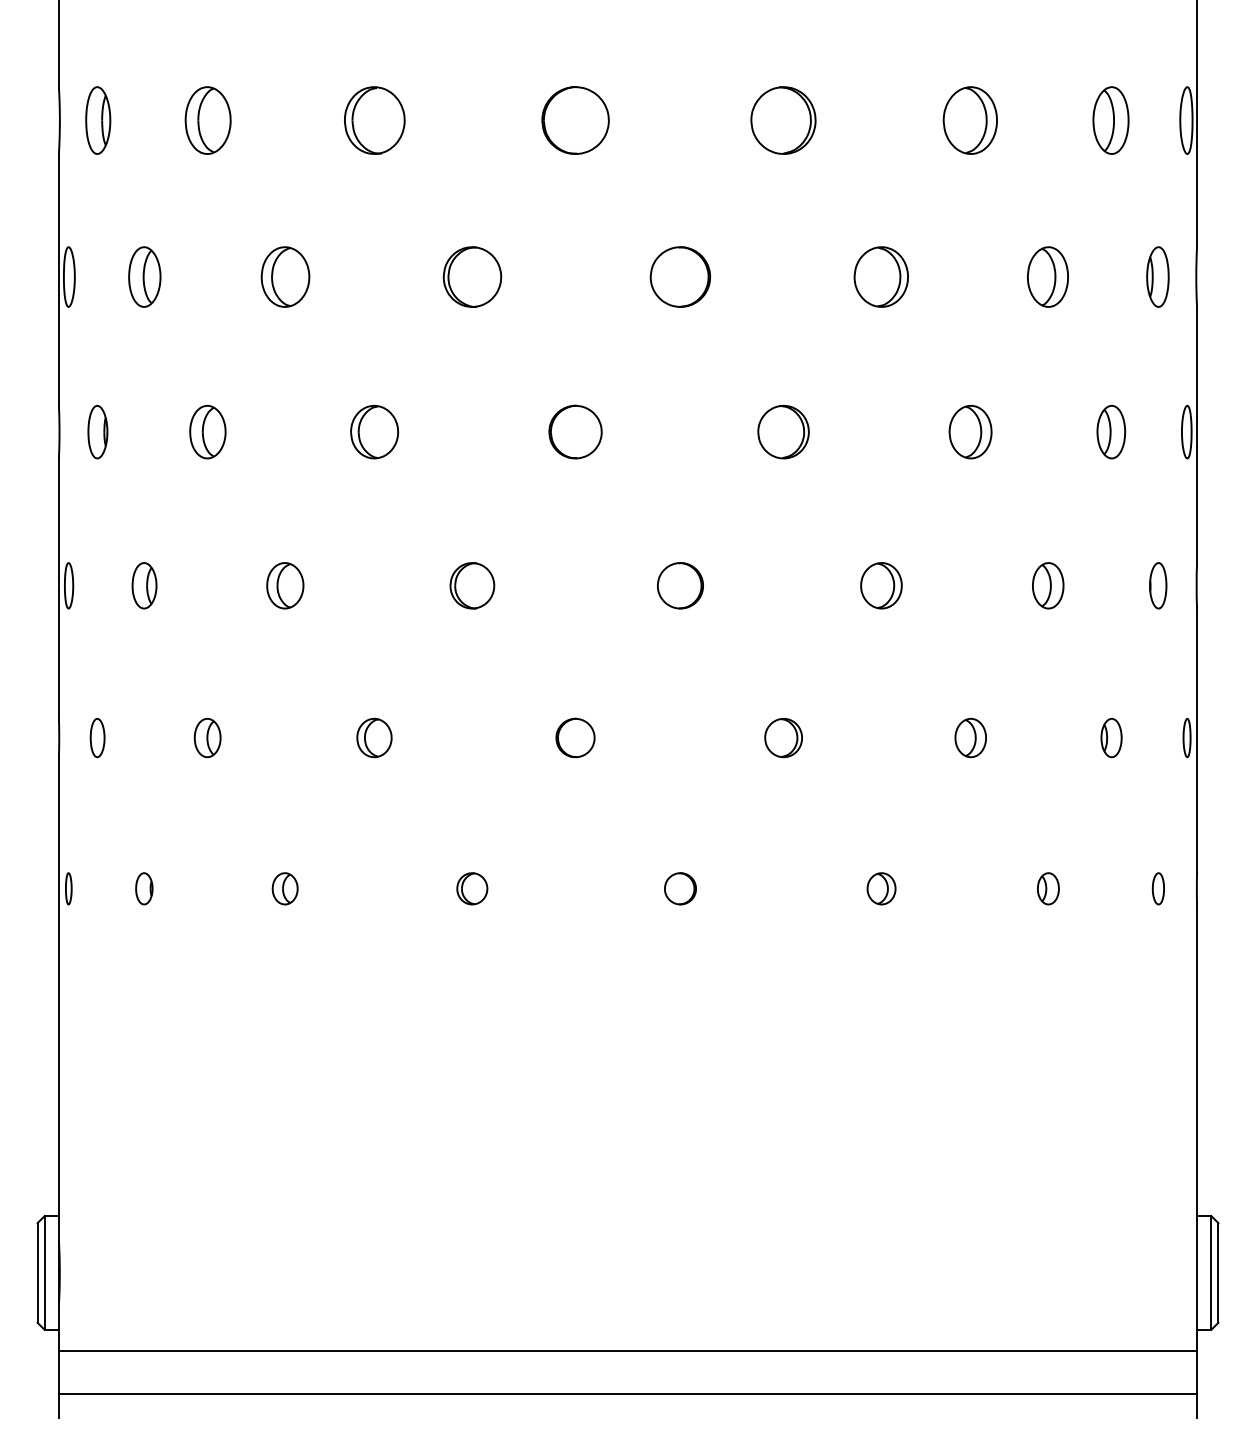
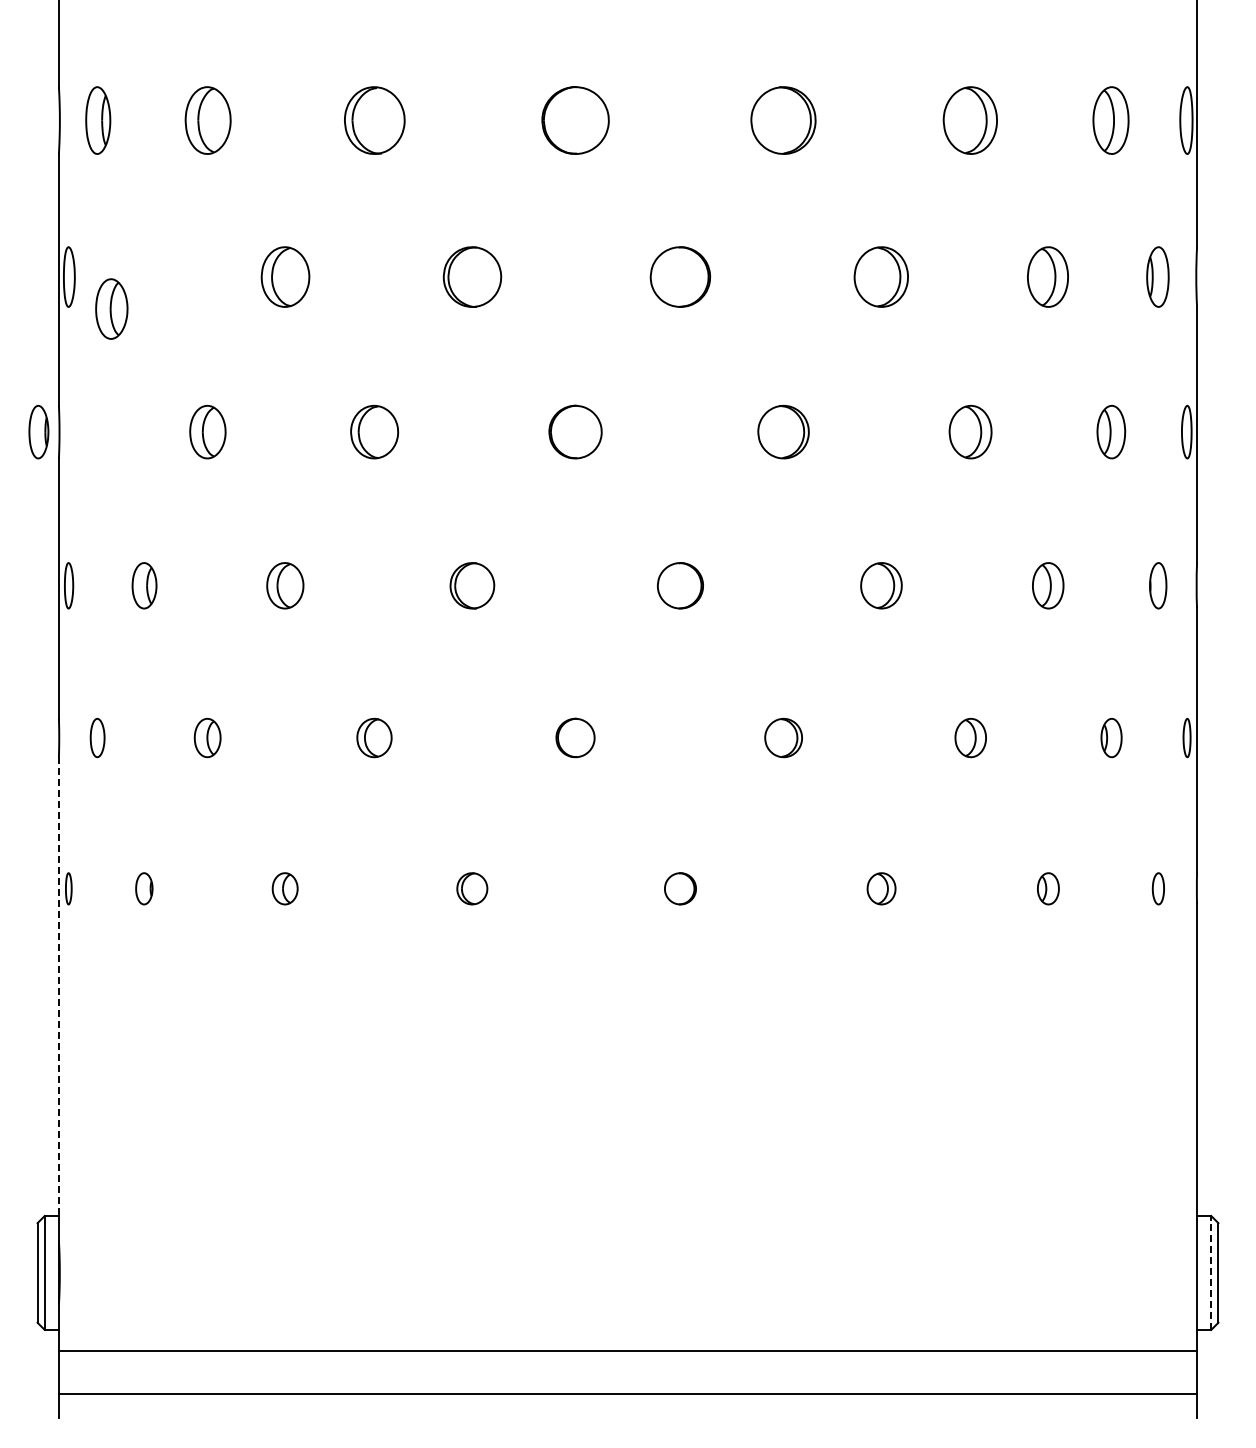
part at (144, 276) position: (144, 276) -> (111, 308)
part at (97, 432) position: (97, 432) -> (38, 432)
line at (58, 987): solid -> dashed
line at (1211, 1275): solid -> dashed
